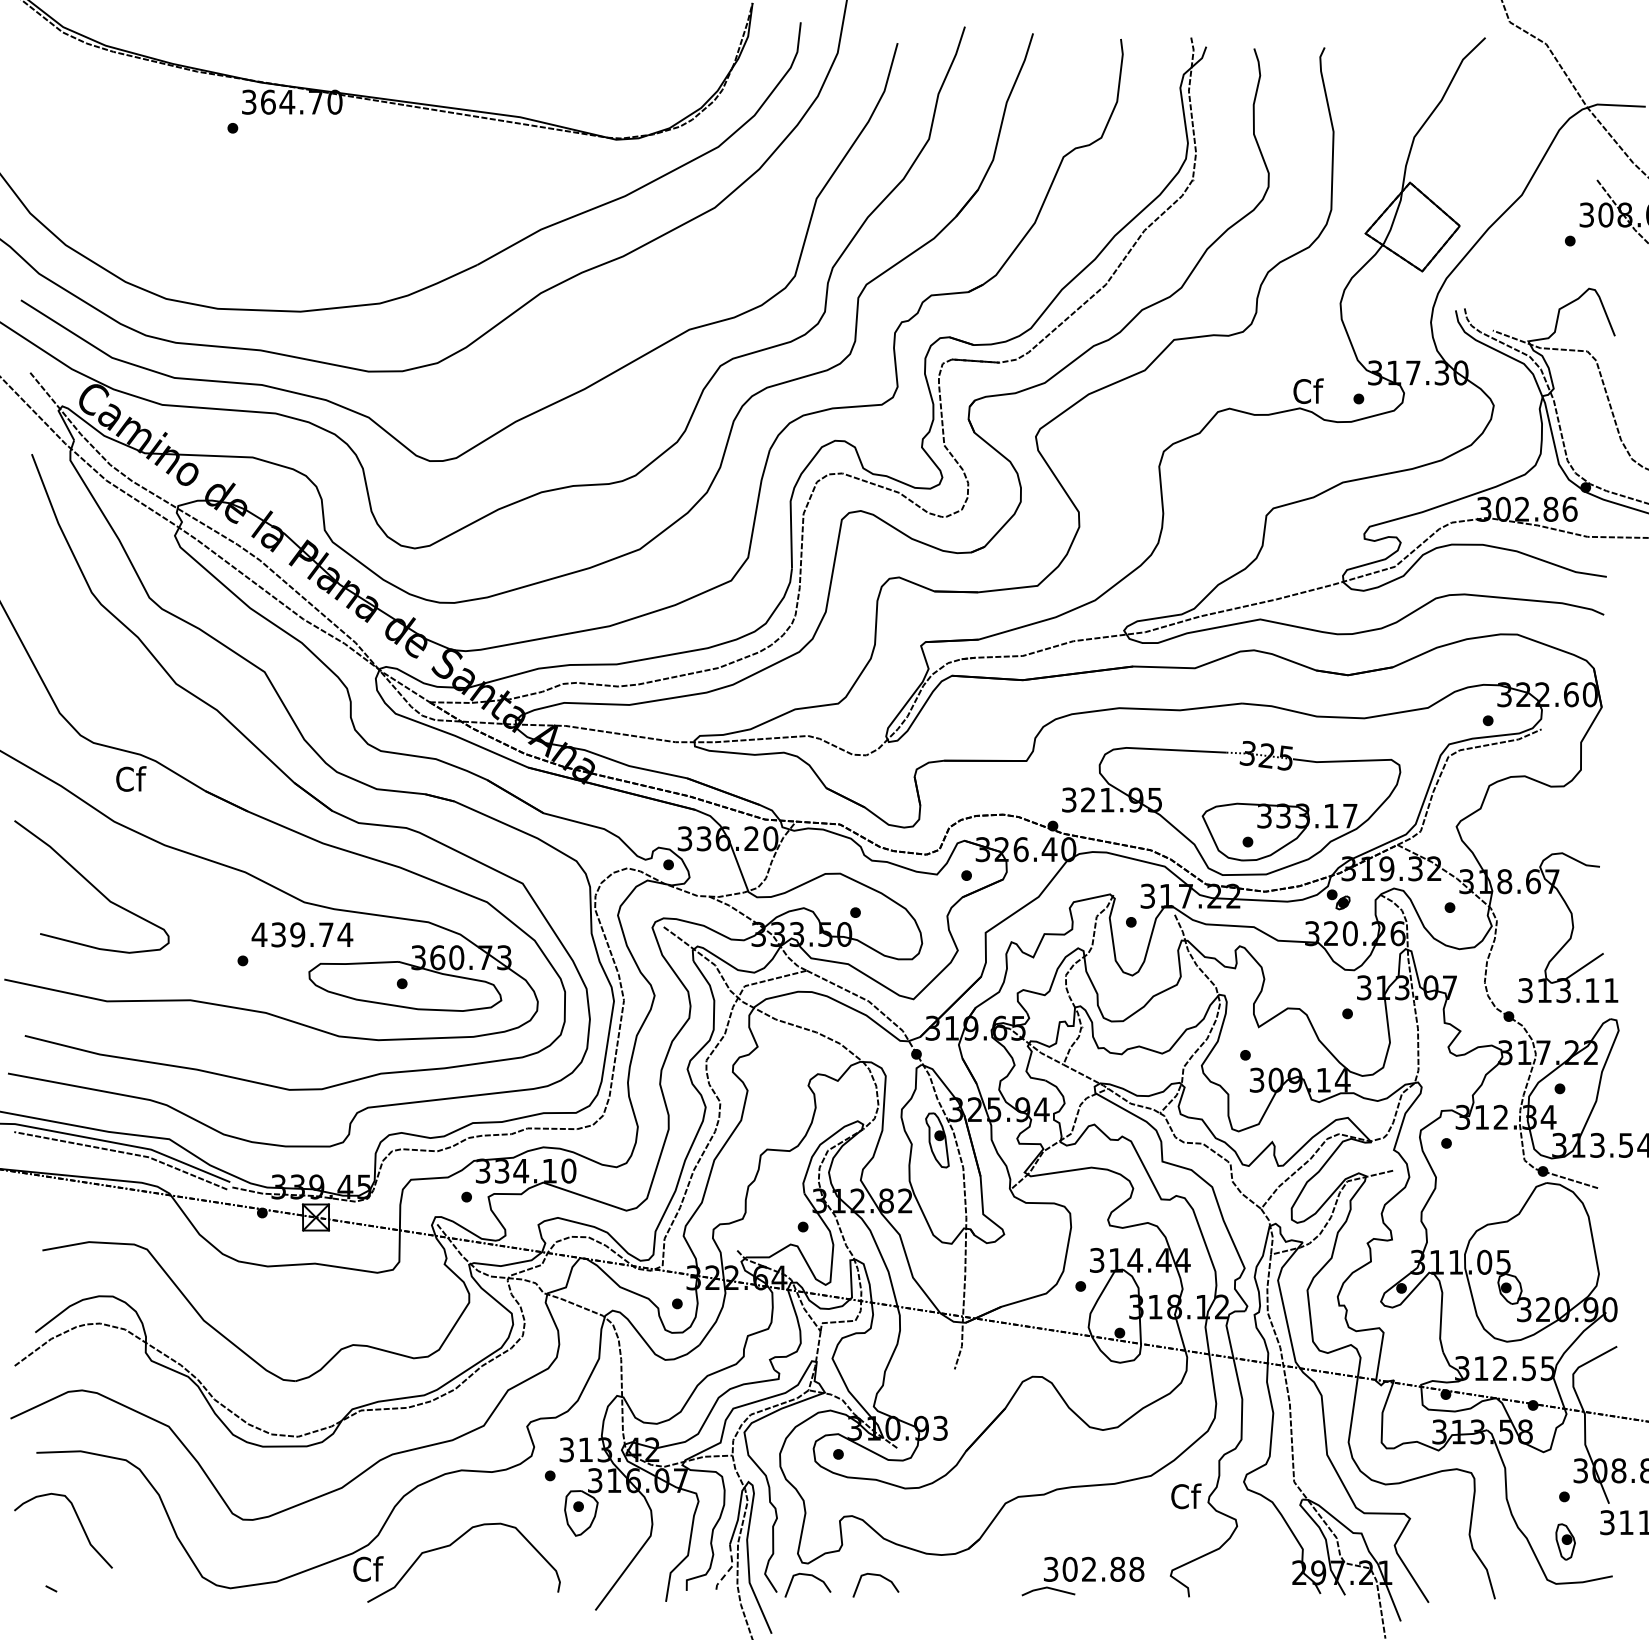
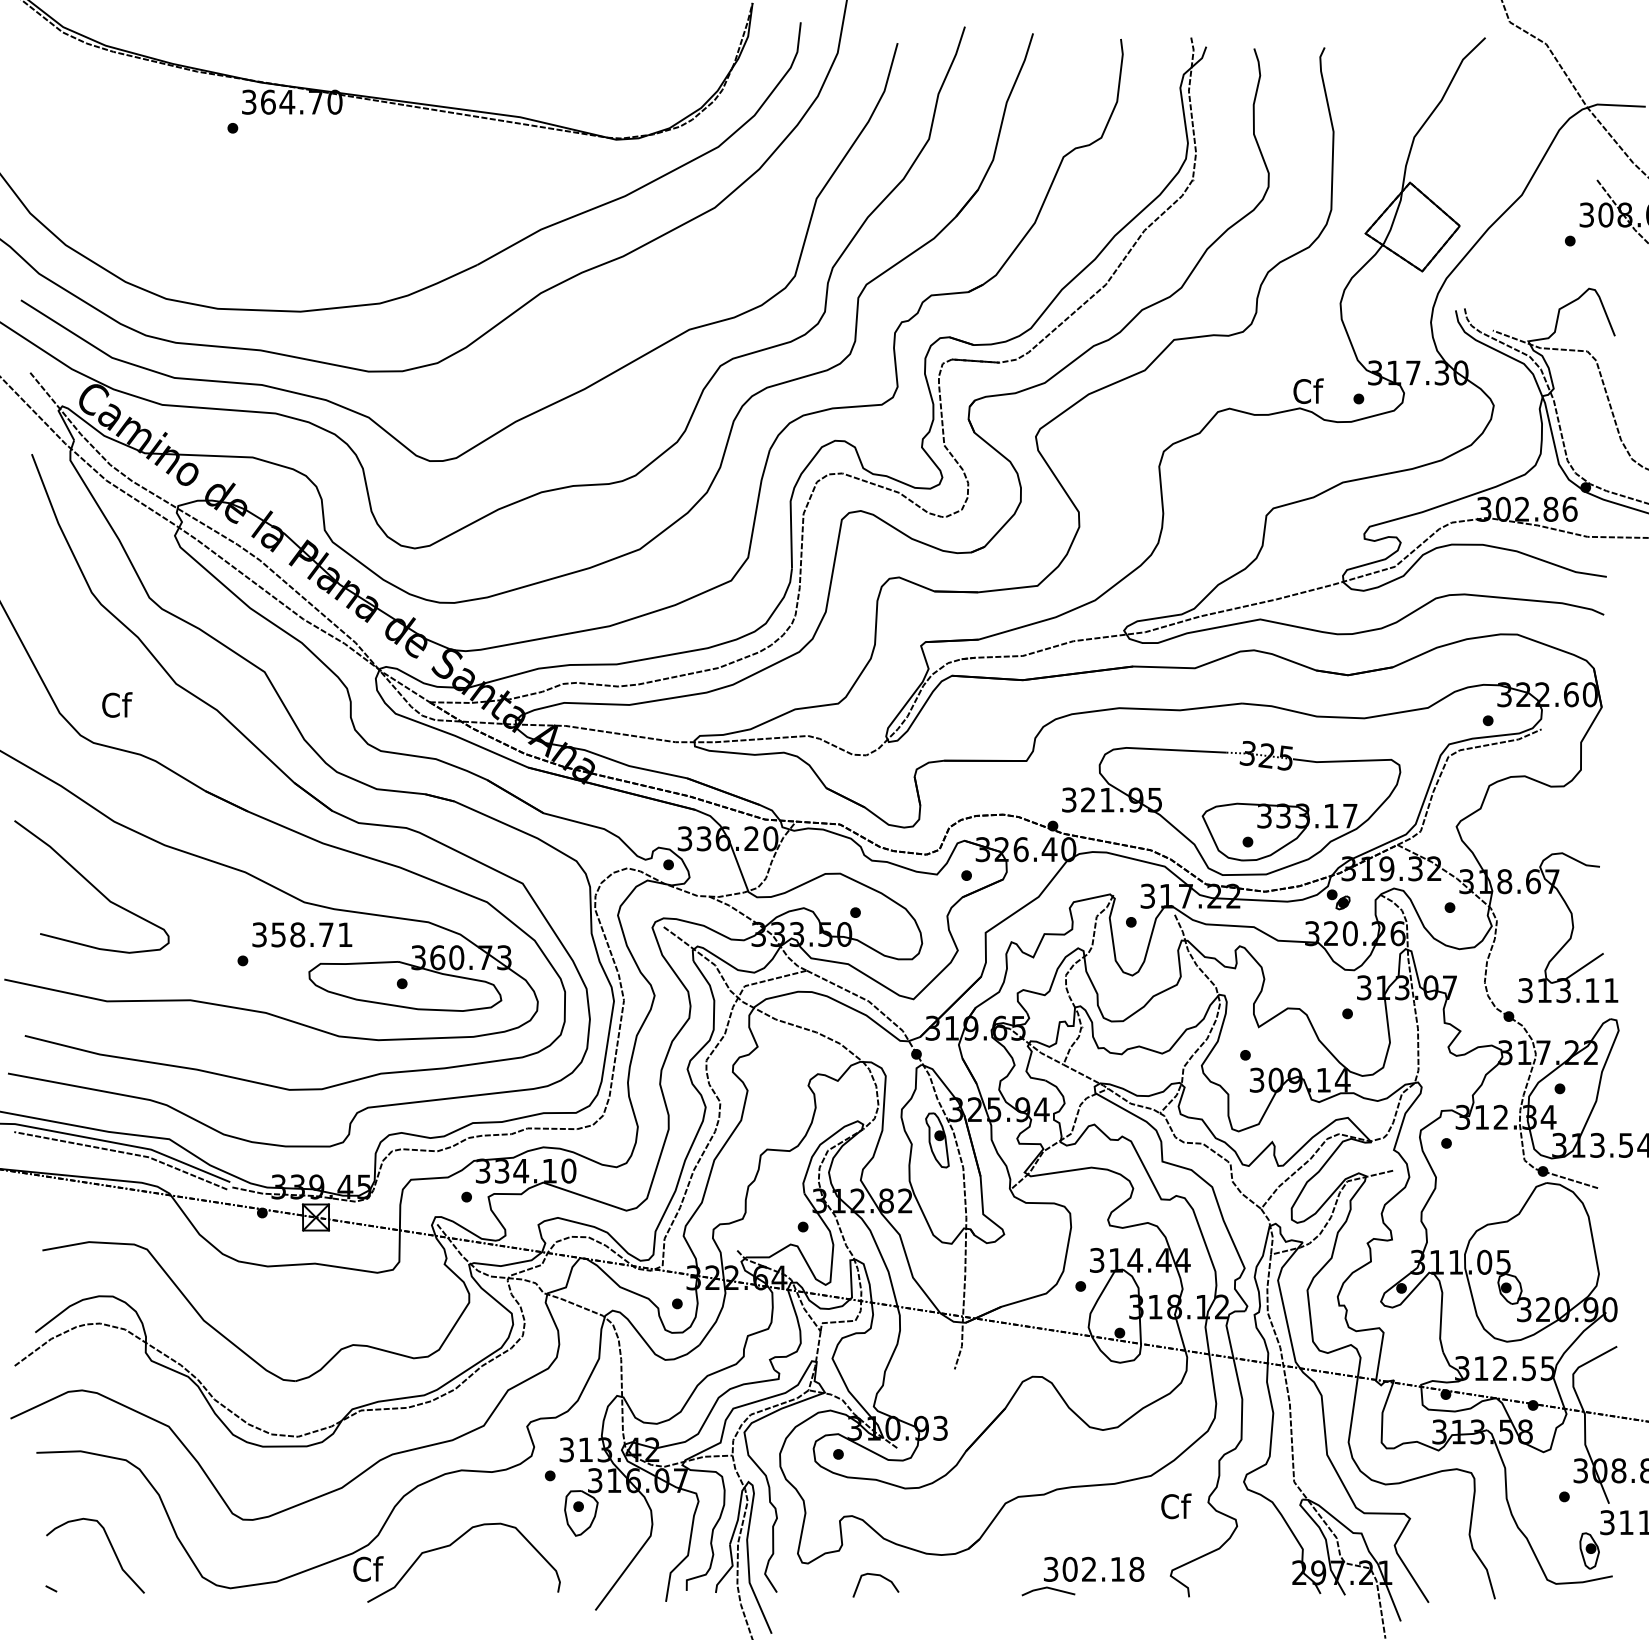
text at (131, 778) position: (131, 778) -> (117, 704)
text at (302, 934): 439.74 -> 358.71
text at (1186, 1496) position: (1186, 1496) -> (1176, 1506)
curve at (79, 1523) position: (79, 1523) -> (111, 1548)
part at (1565, 1541) position: (1565, 1541) -> (1589, 1550)
text at (1117, 1568): 302.88 -> 302.18
line at (728, 1570): dashed -> solid
curve at (811, 1576): present -> none
